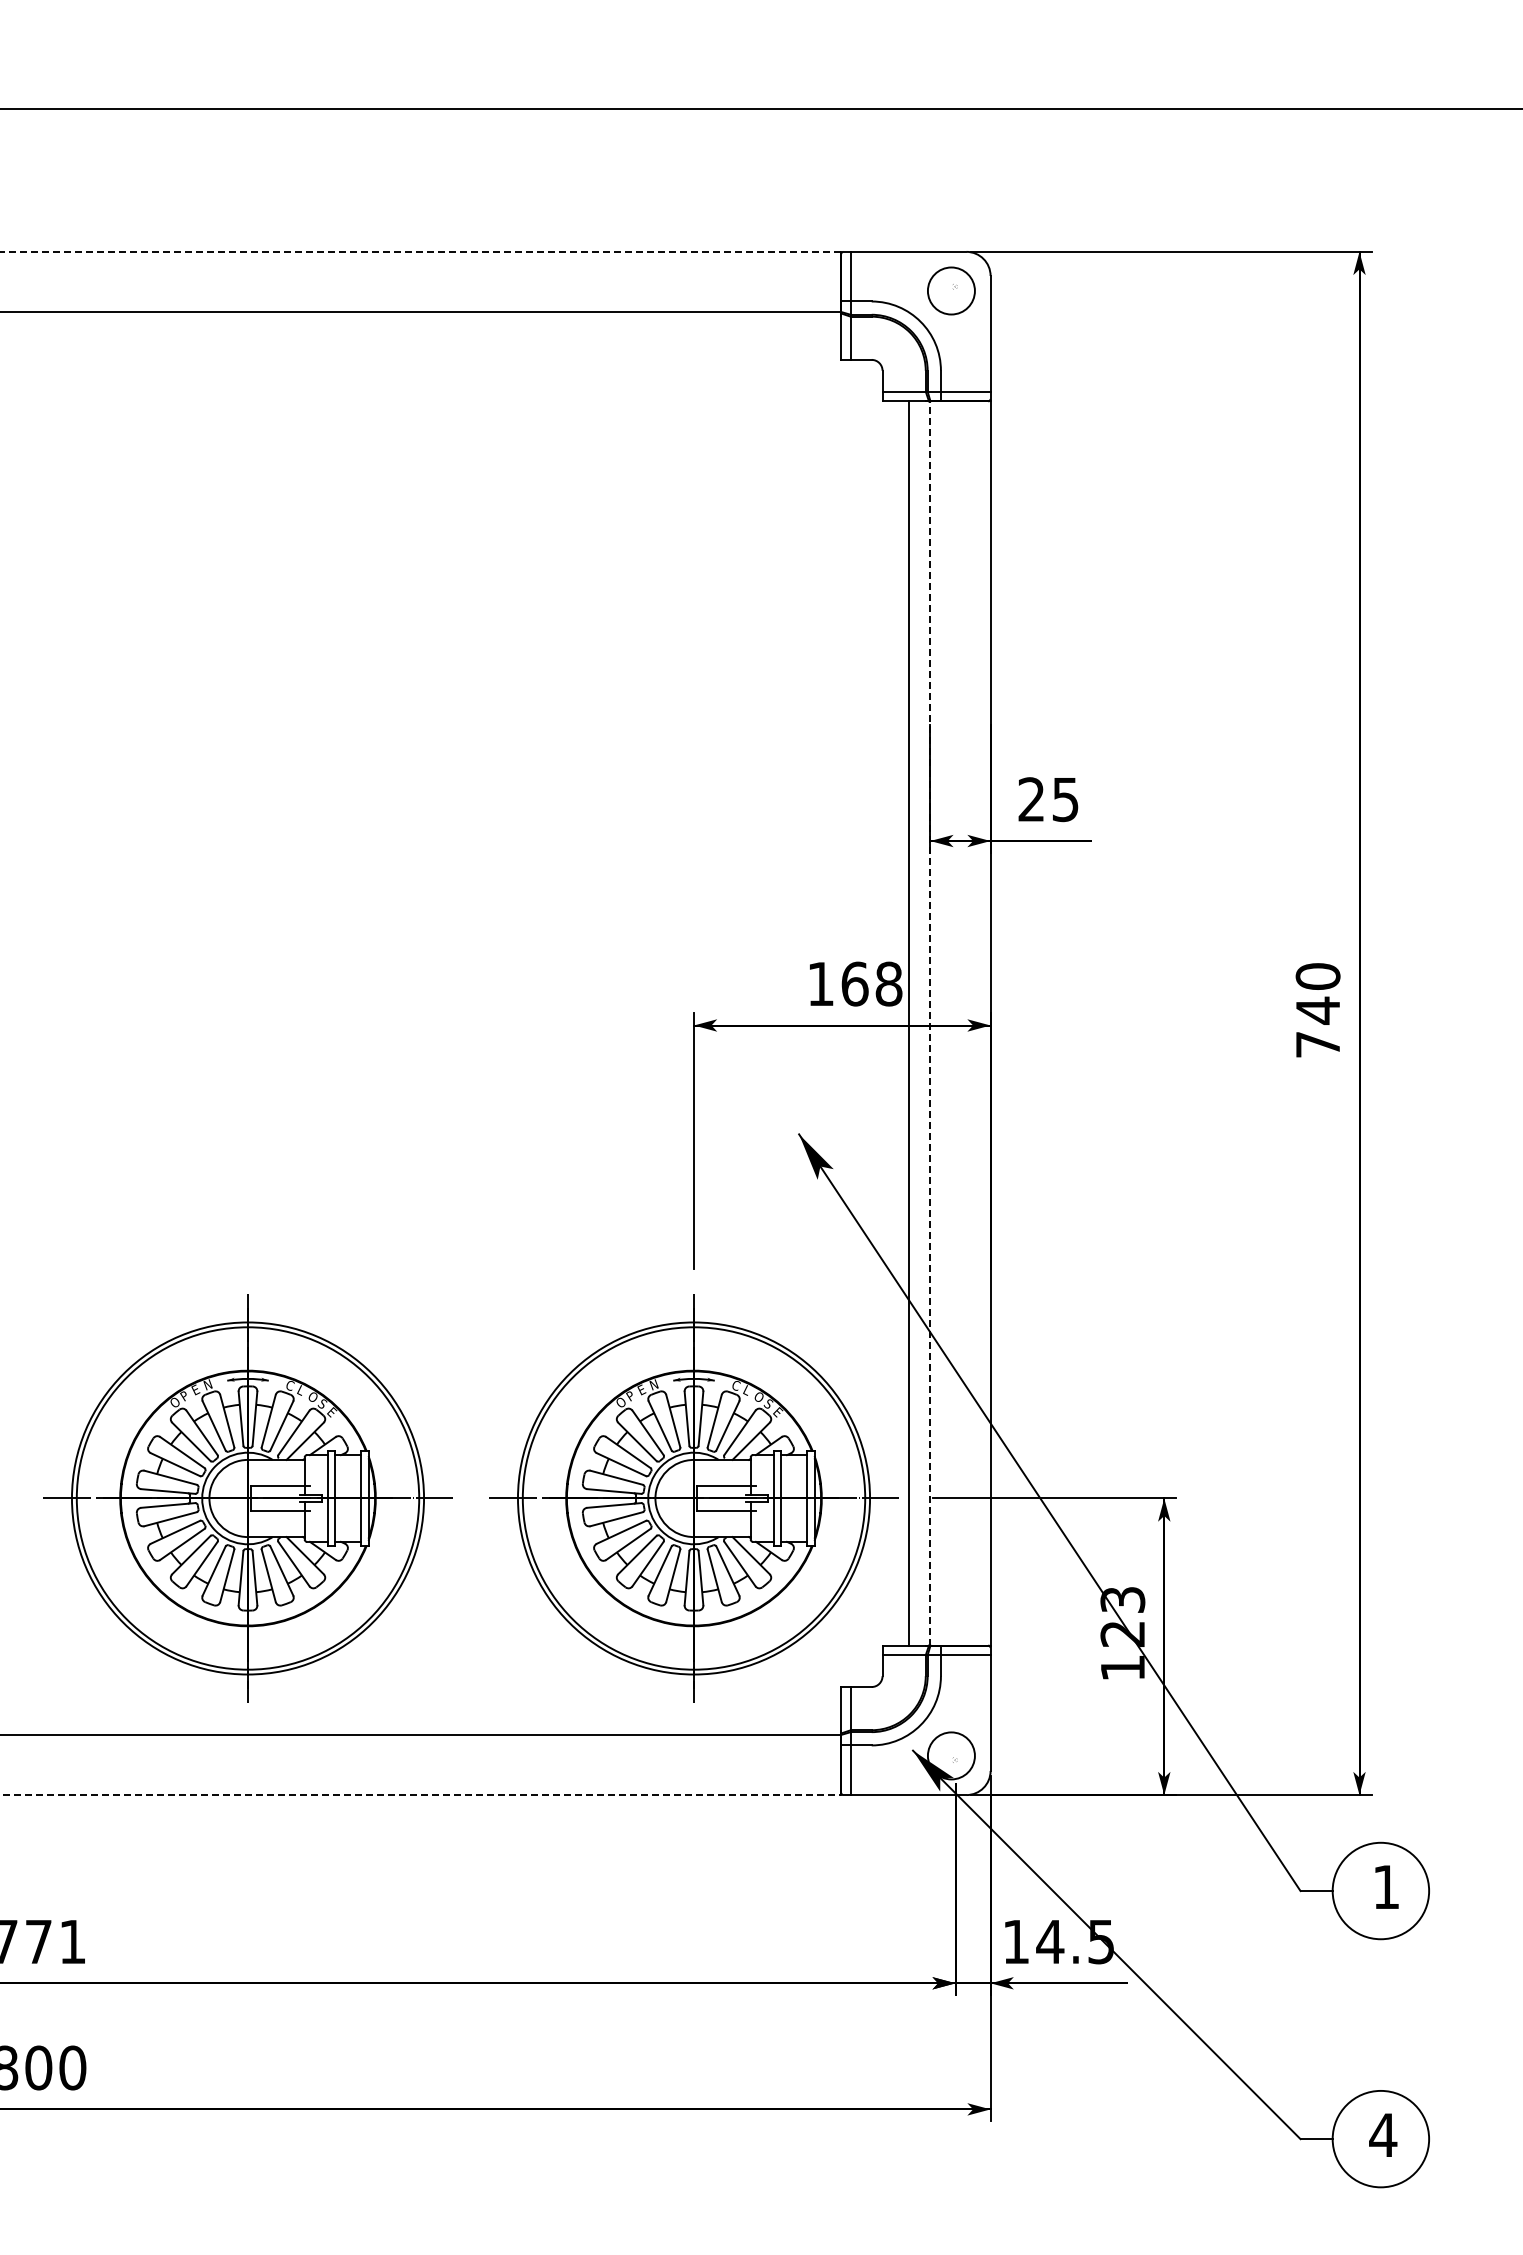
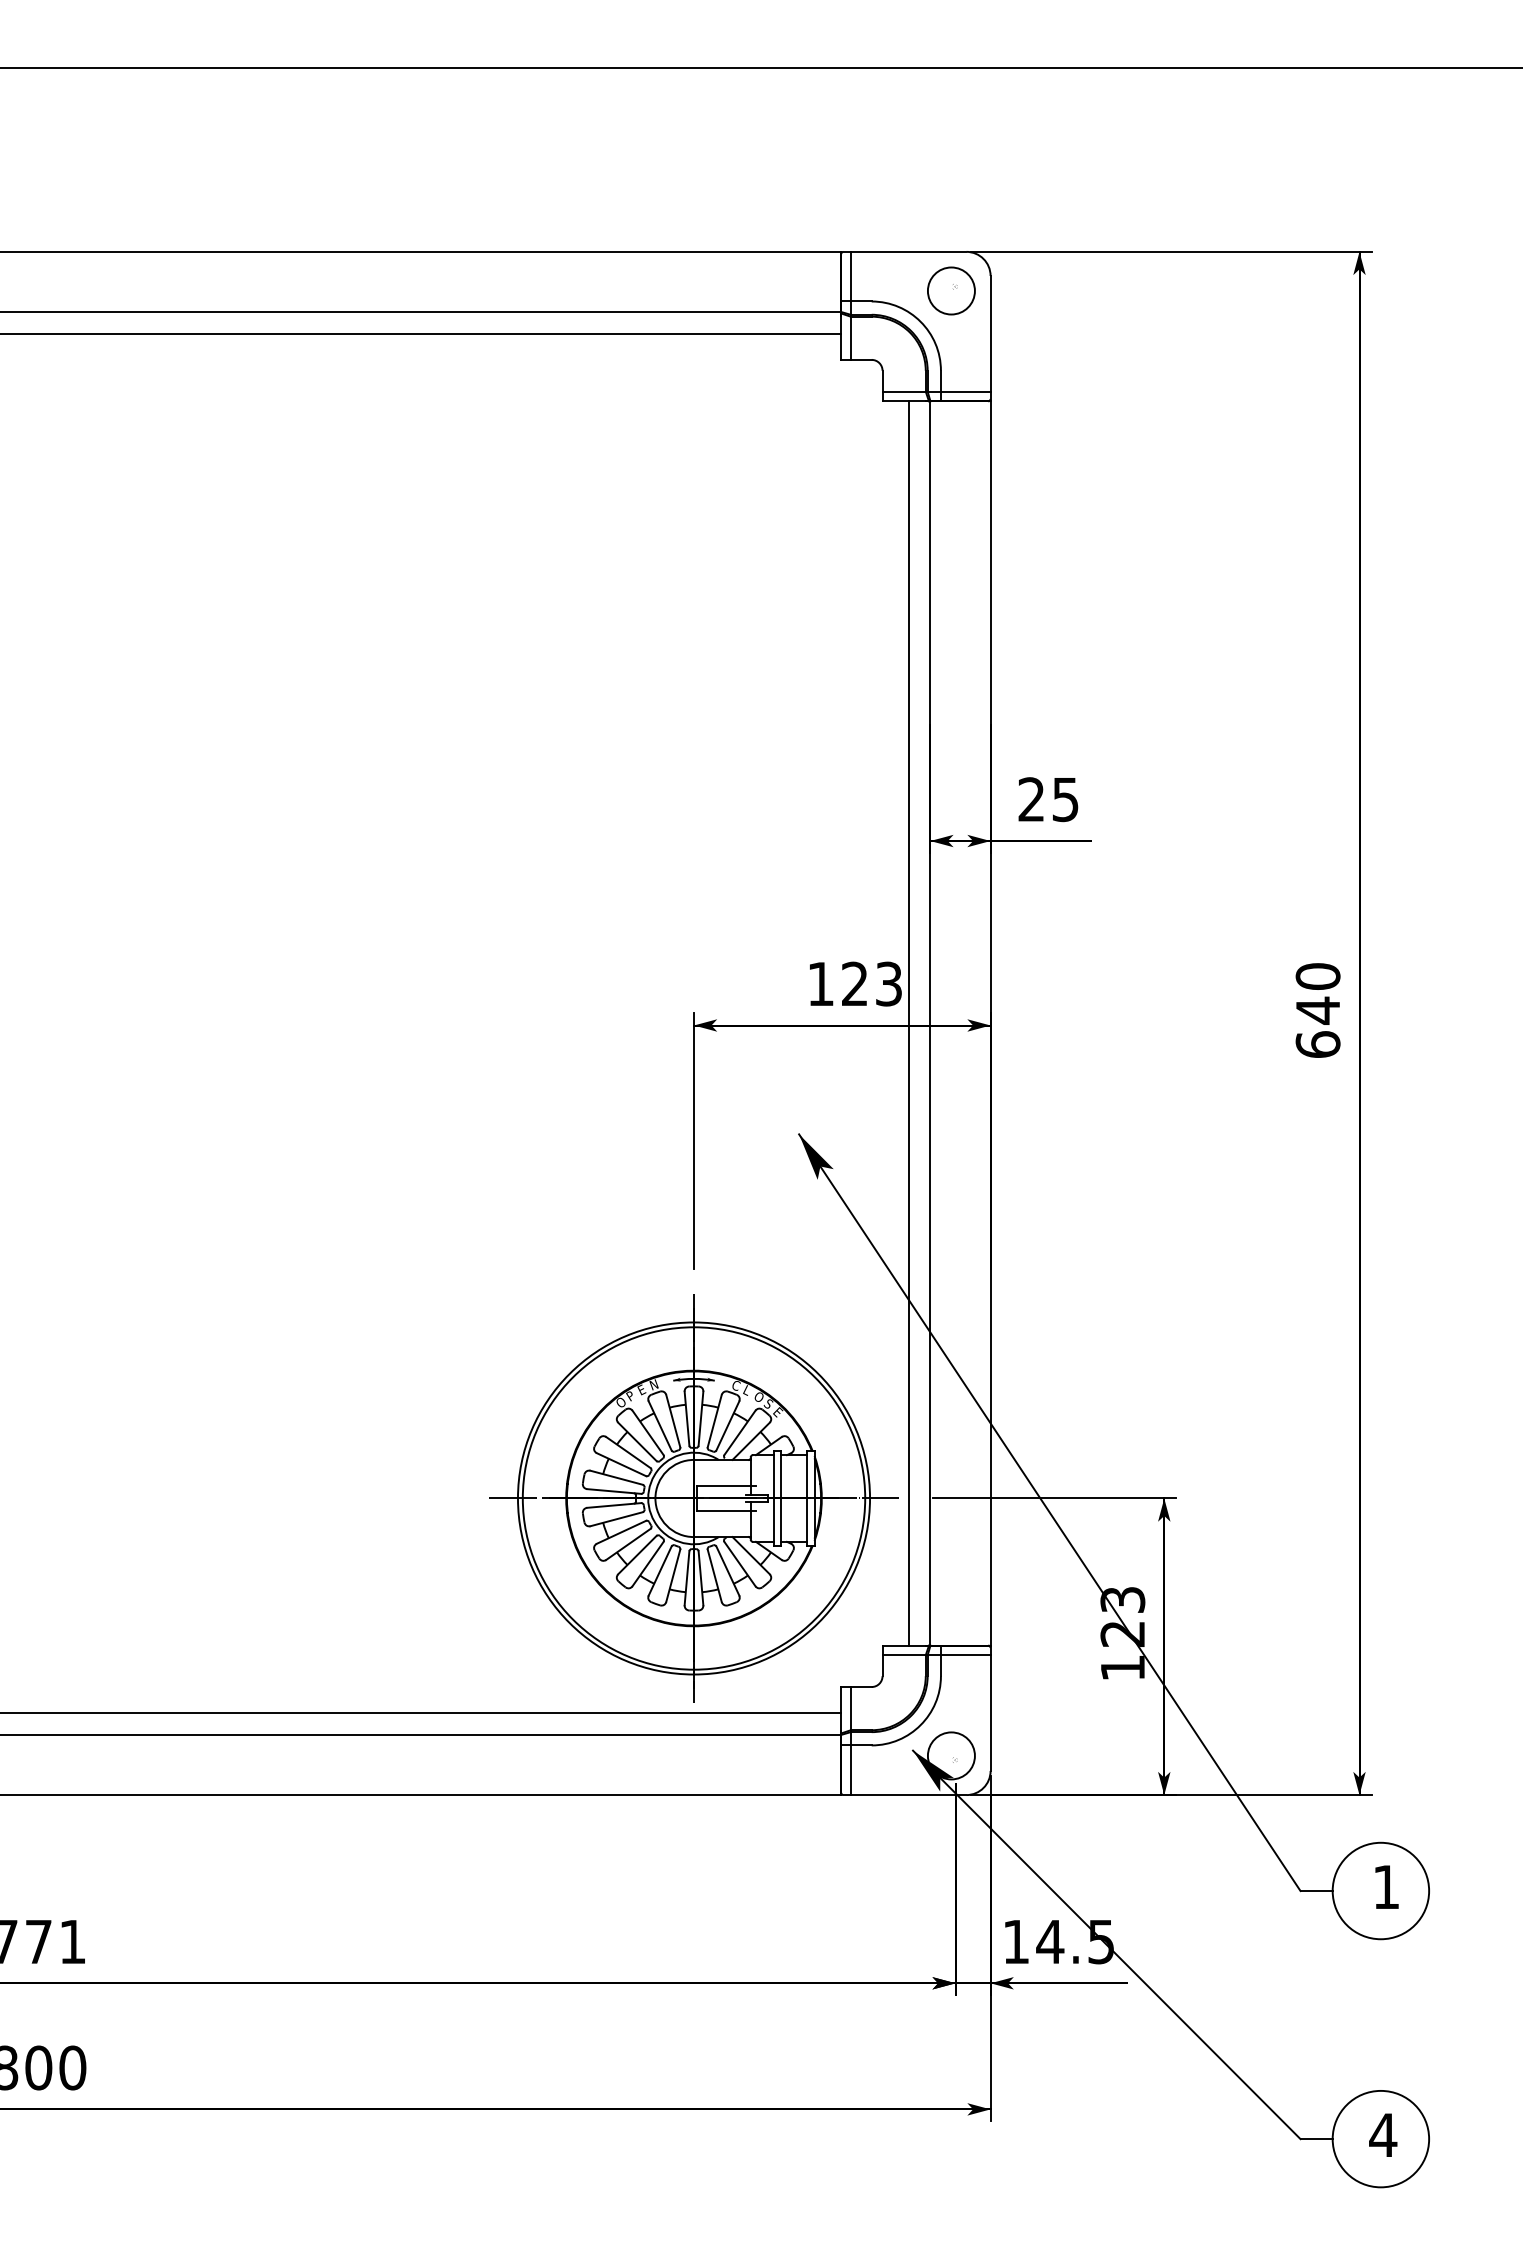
line at (760, 108) position: (760, 108) -> (760, 67)
line at (420, 251): dashed -> solid
line at (421, 333): none -> present
text at (871, 983): 168 -> 123
line at (930, 1022): dashed -> solid
text at (1317, 1044): 740 -> 640
part at (247, 1498): present -> none
line at (421, 1713): none -> present
line at (421, 1795): dashed -> solid
